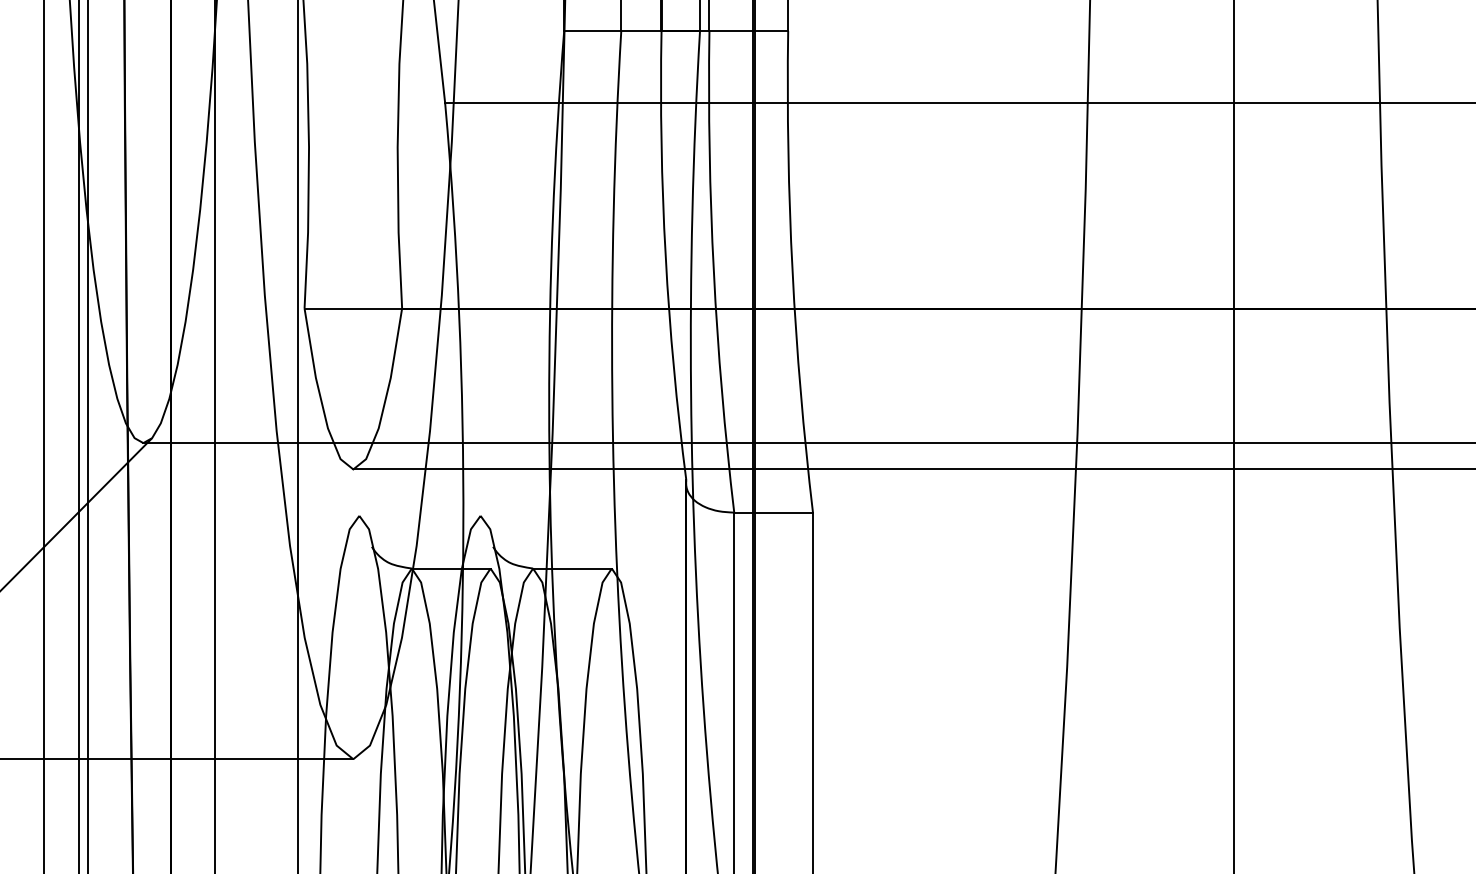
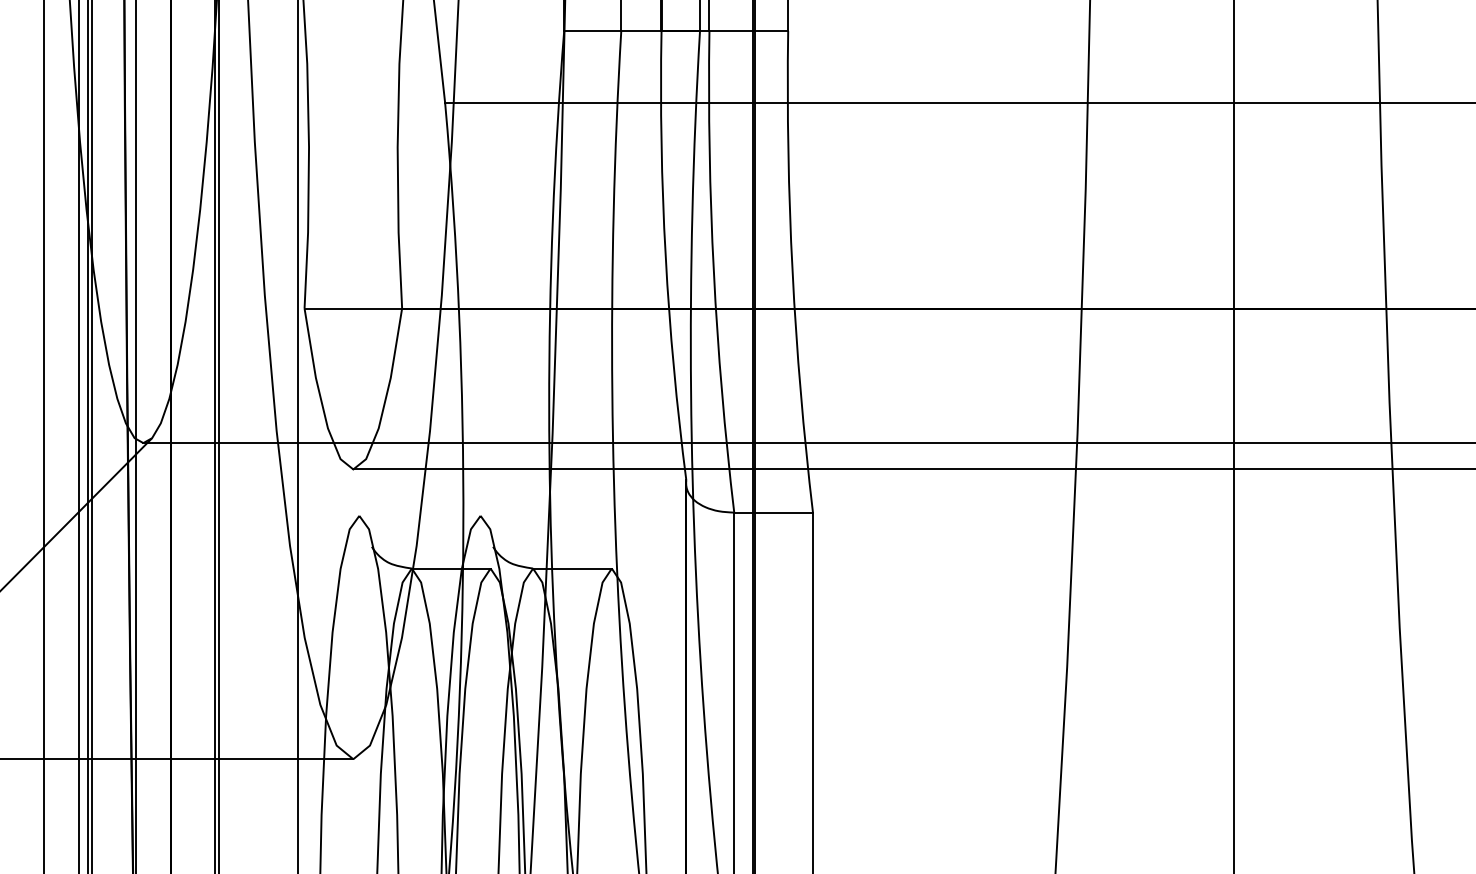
line at (92, 436): none -> present
line at (136, 436): none -> present
line at (218, 436): none -> present
